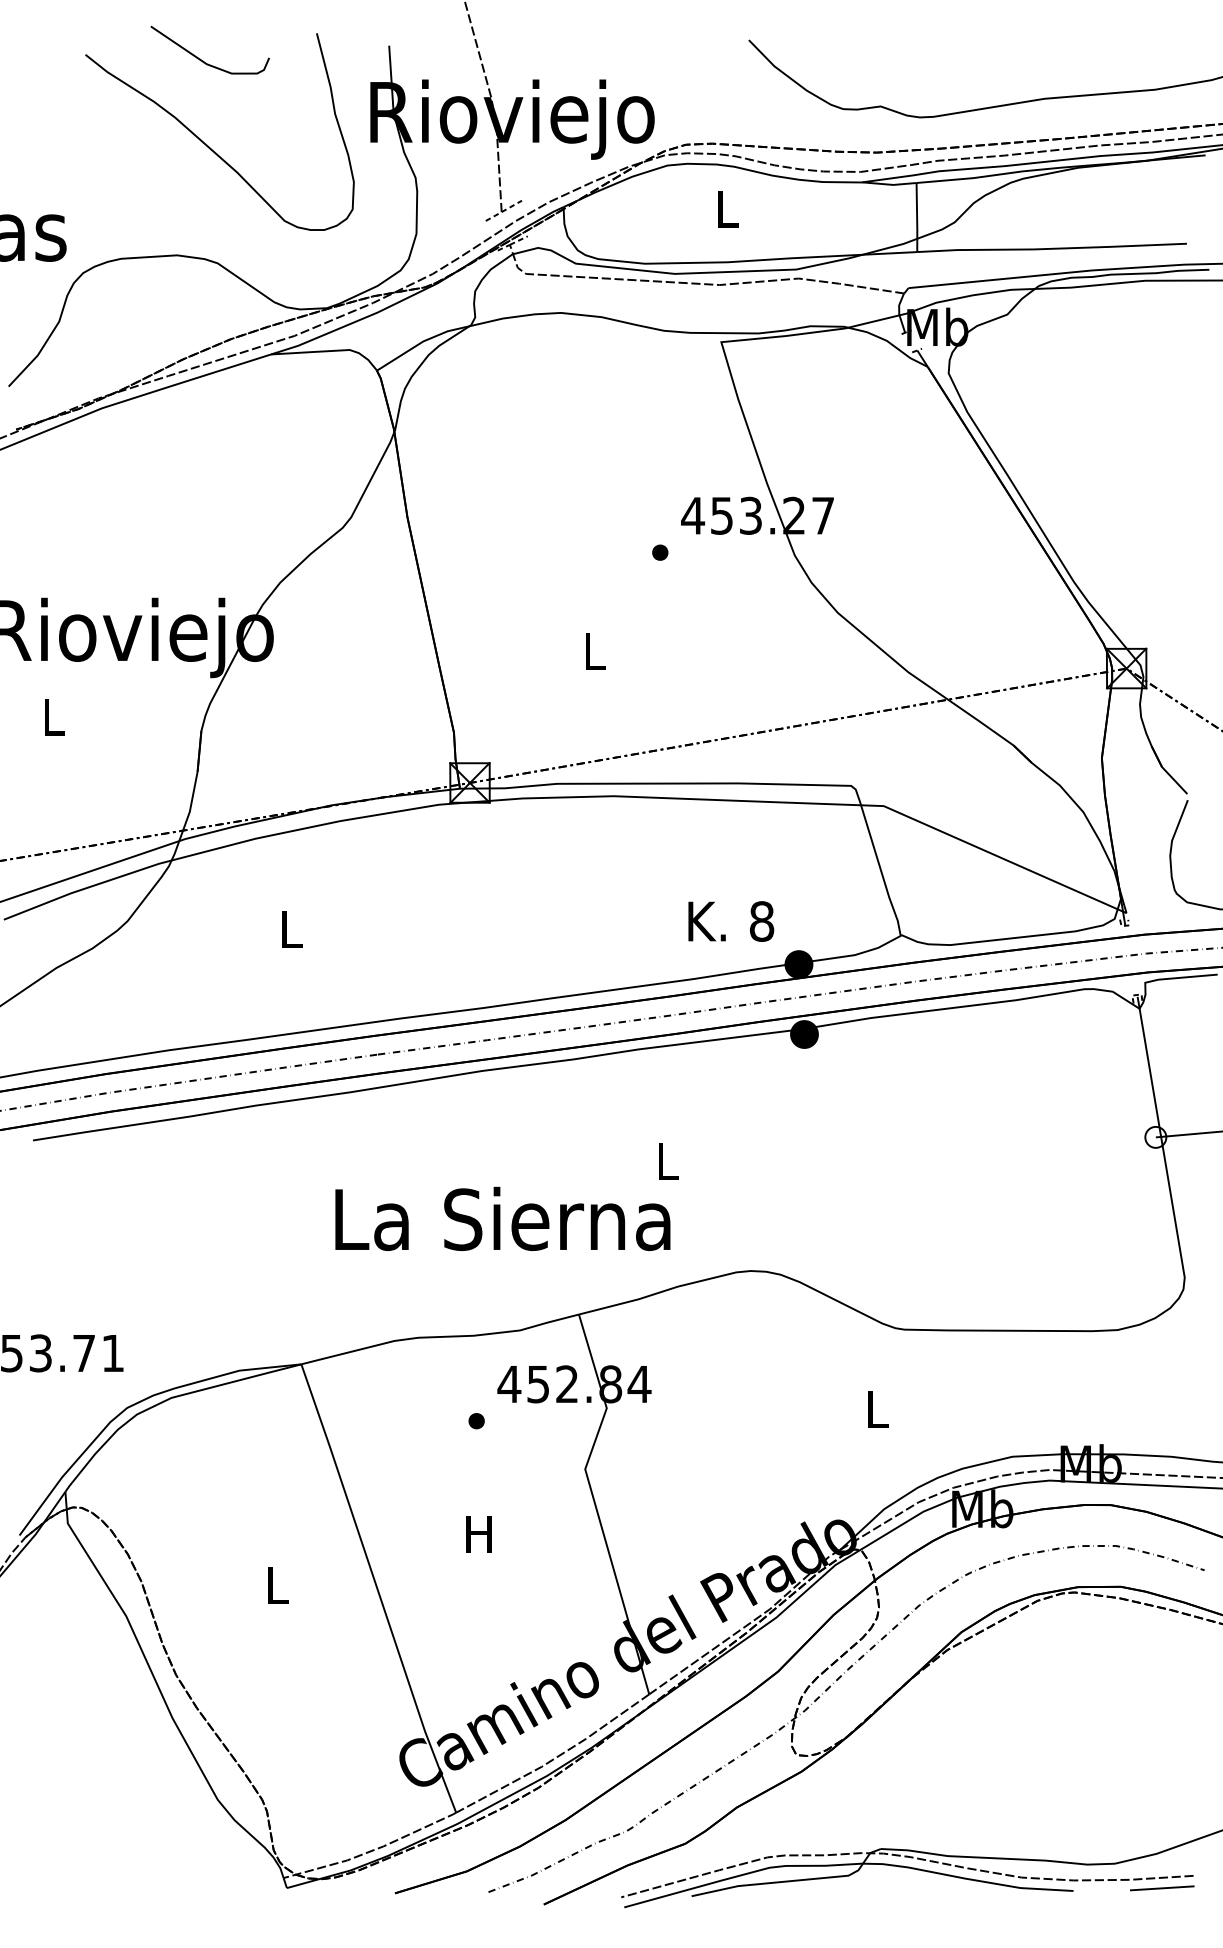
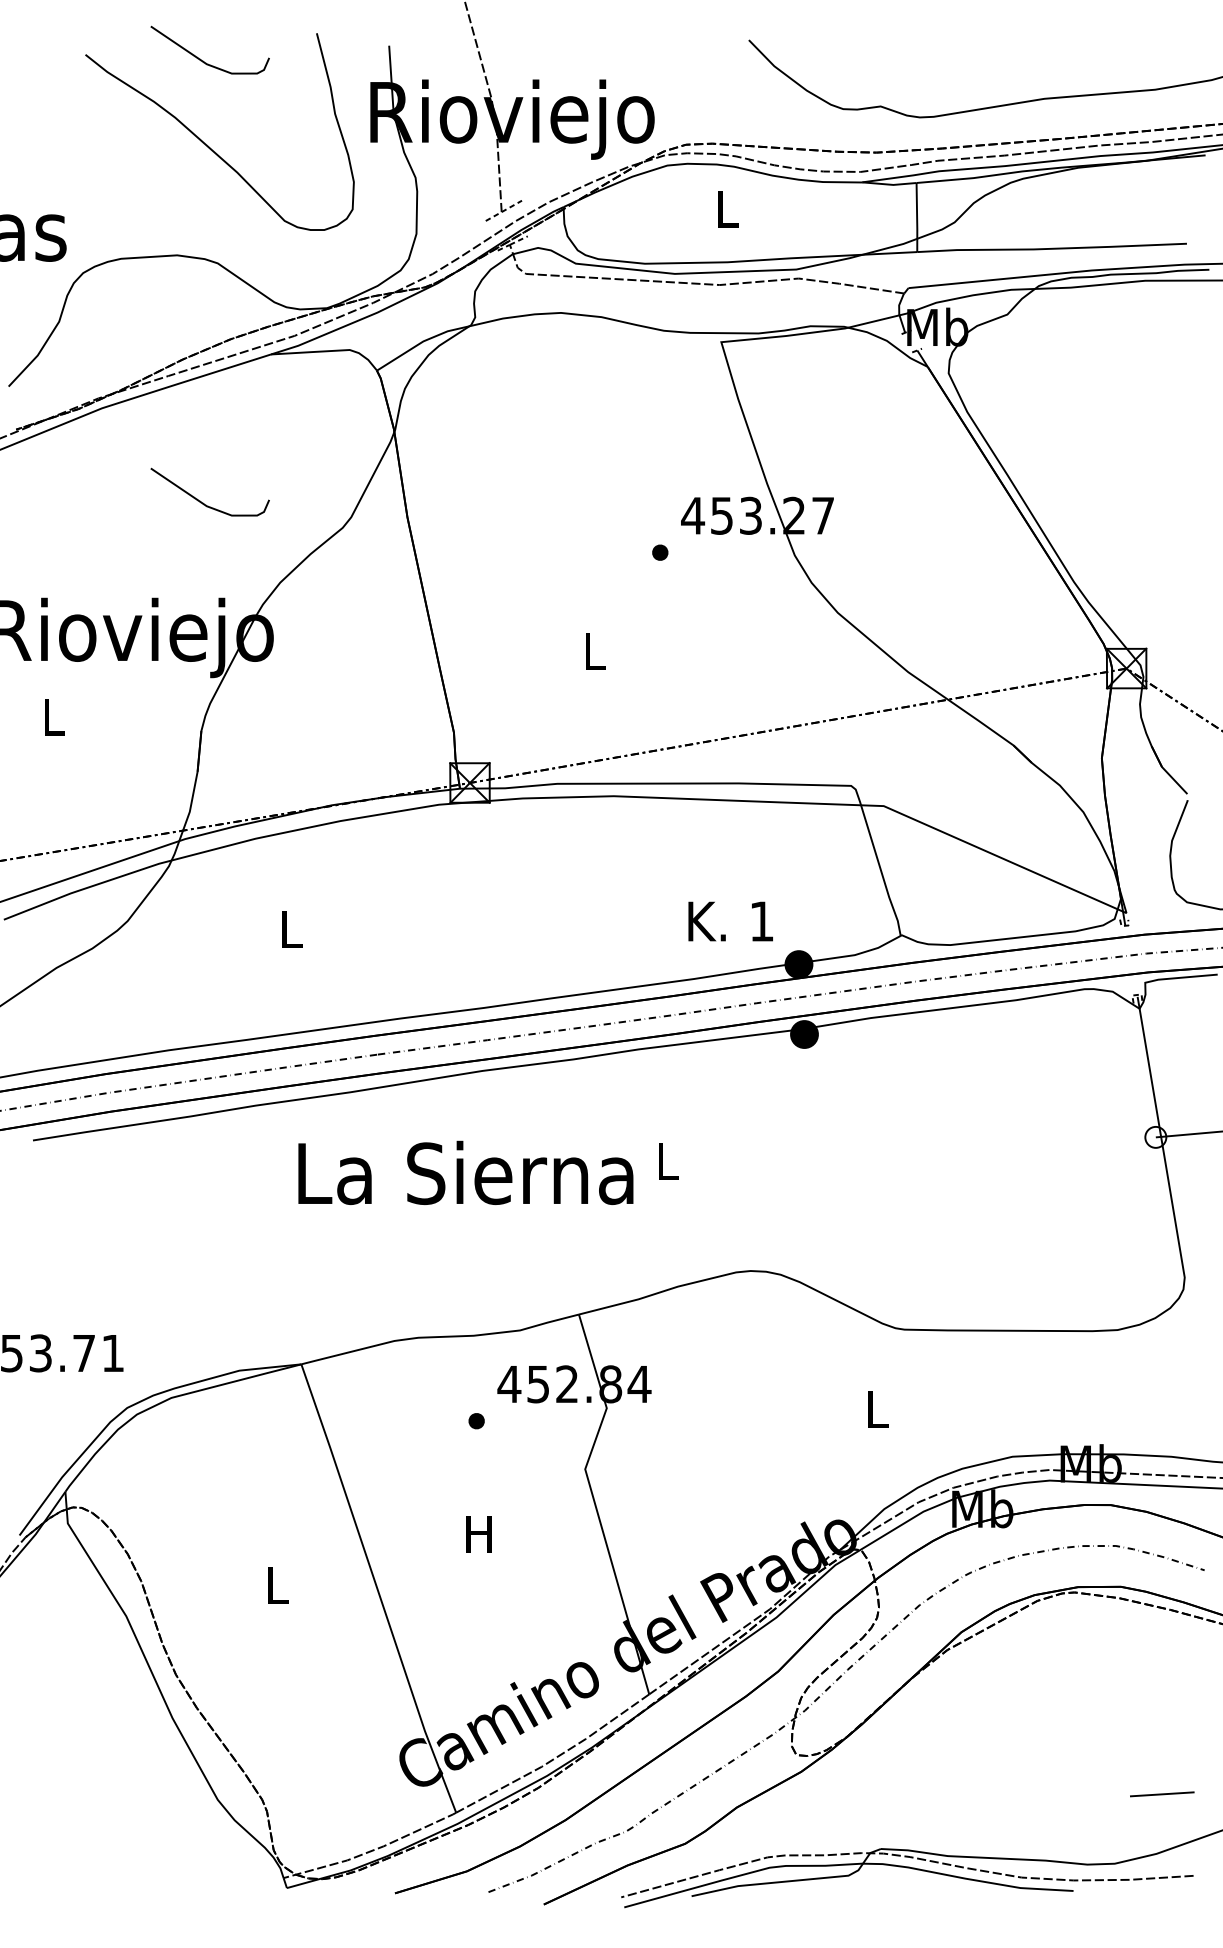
curve at (203, 502): none -> present
text at (761, 921): 8 -> 1
text at (502, 1218) position: (502, 1218) -> (465, 1172)
line at (1162, 1888) position: (1162, 1888) -> (1162, 1794)
